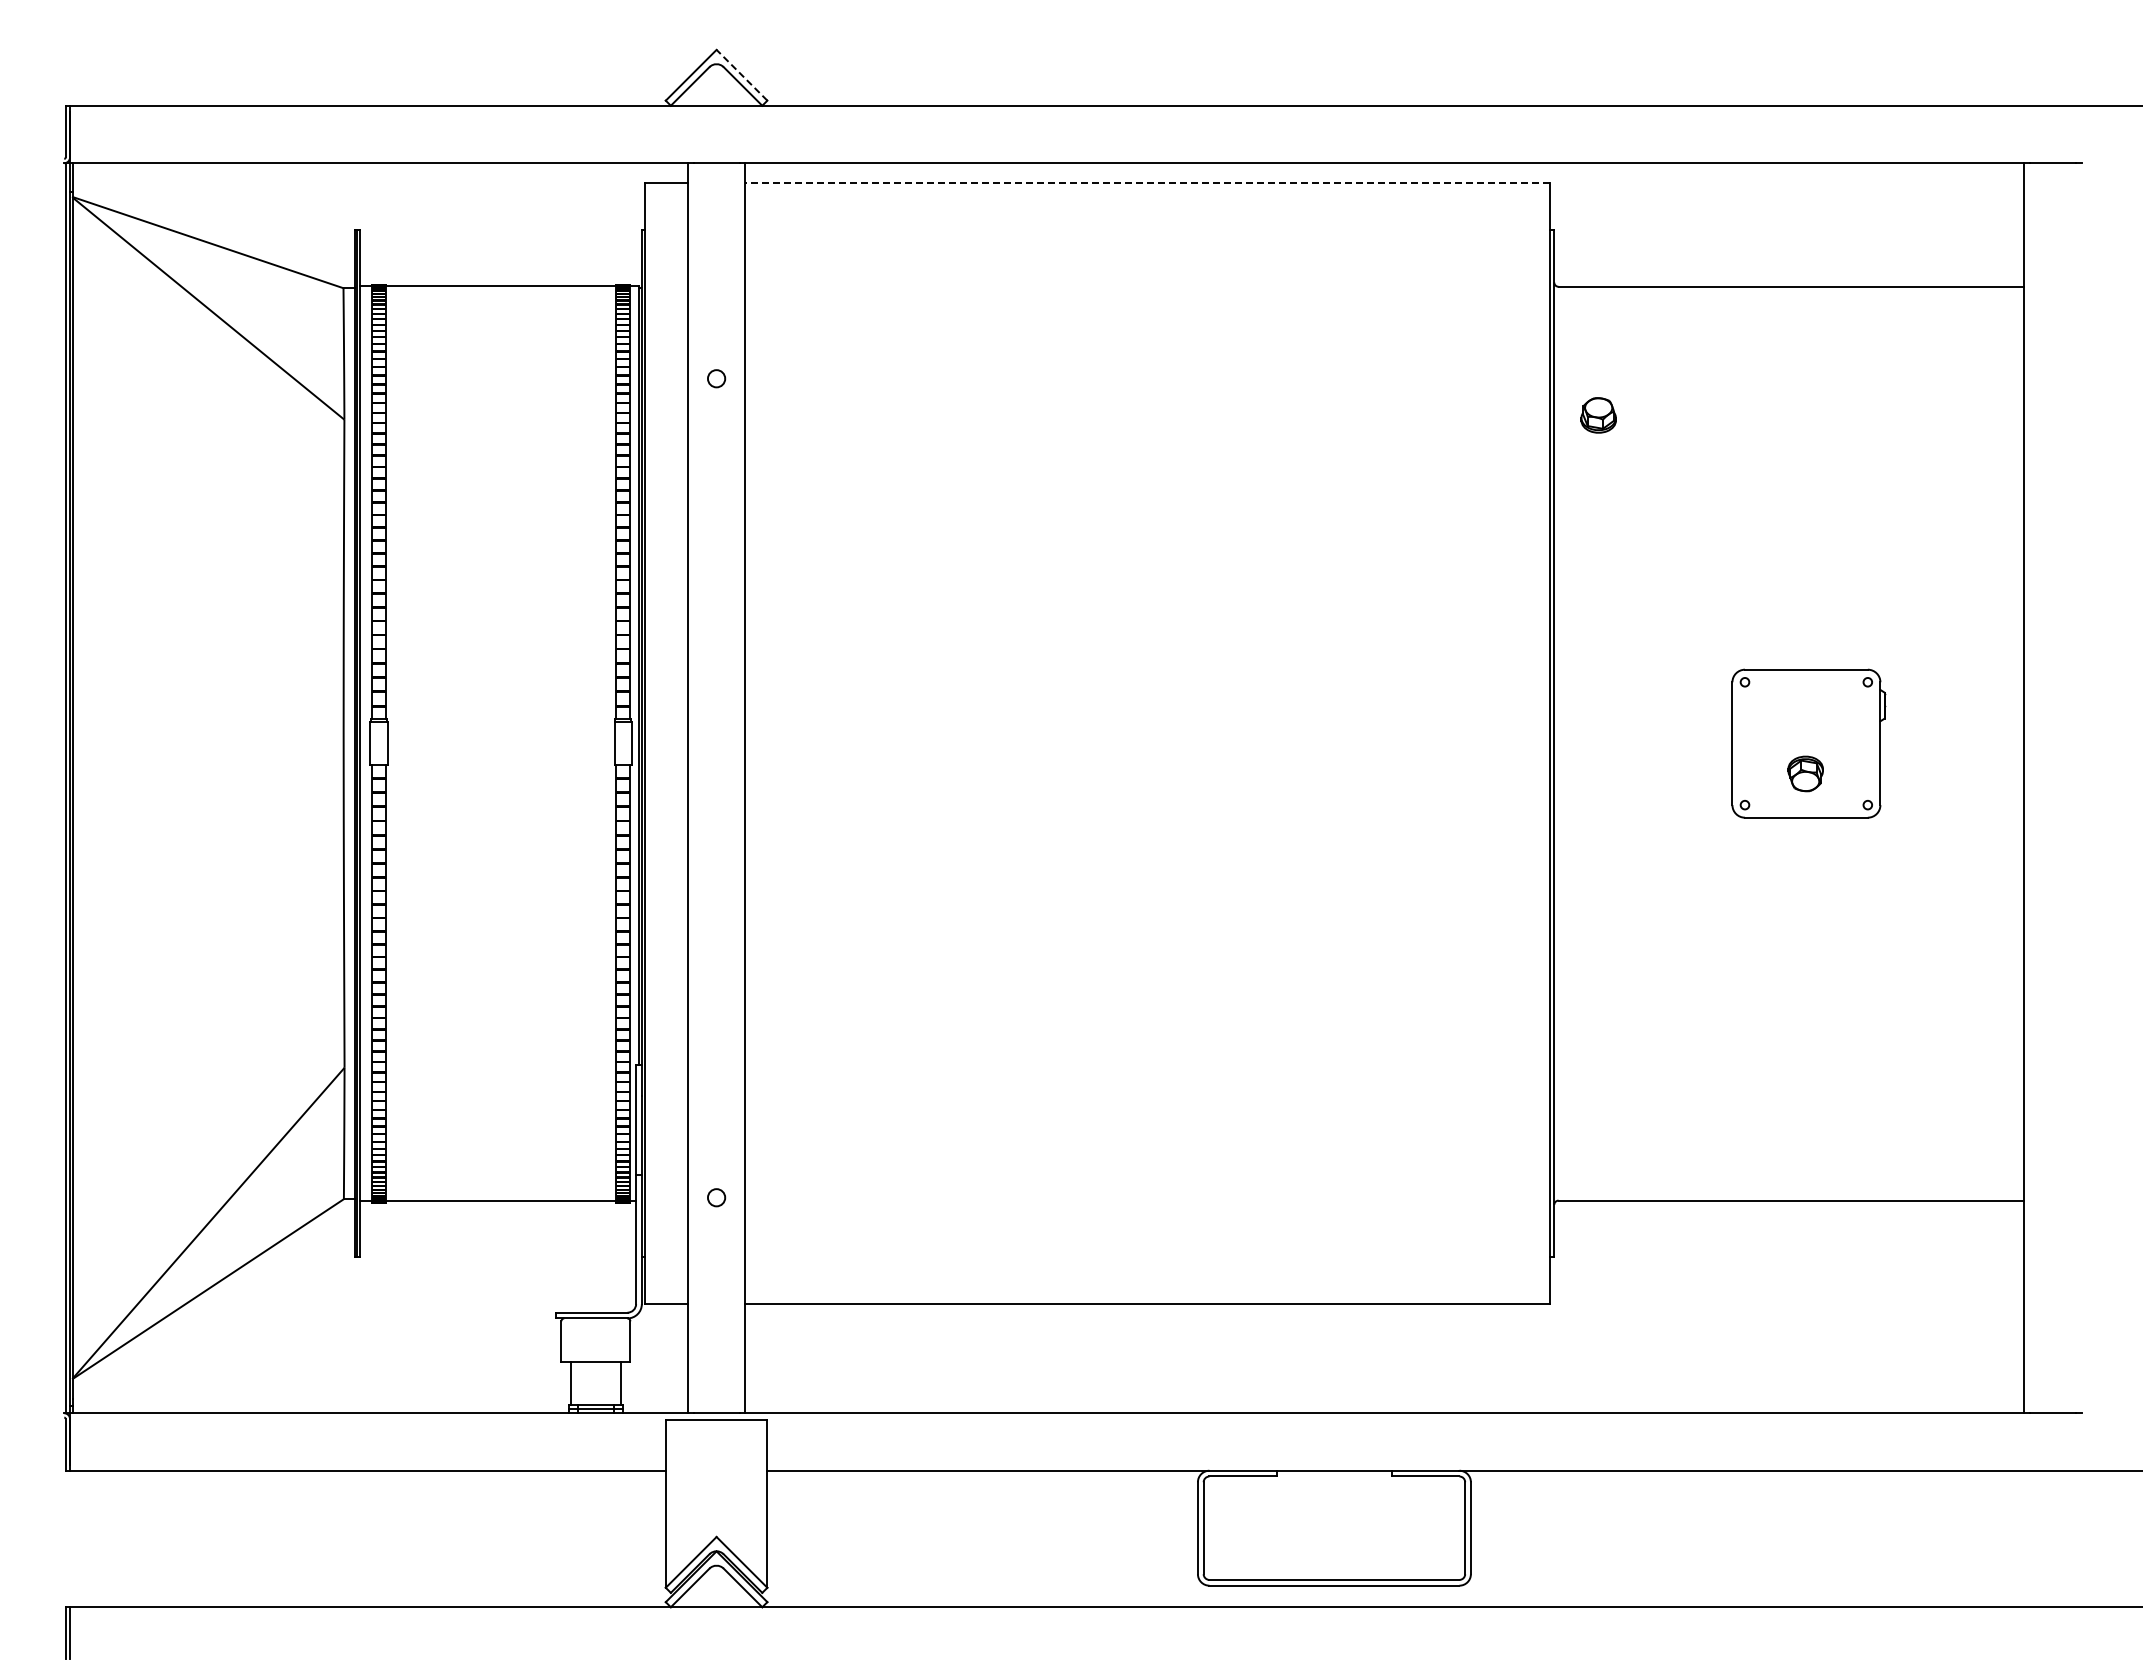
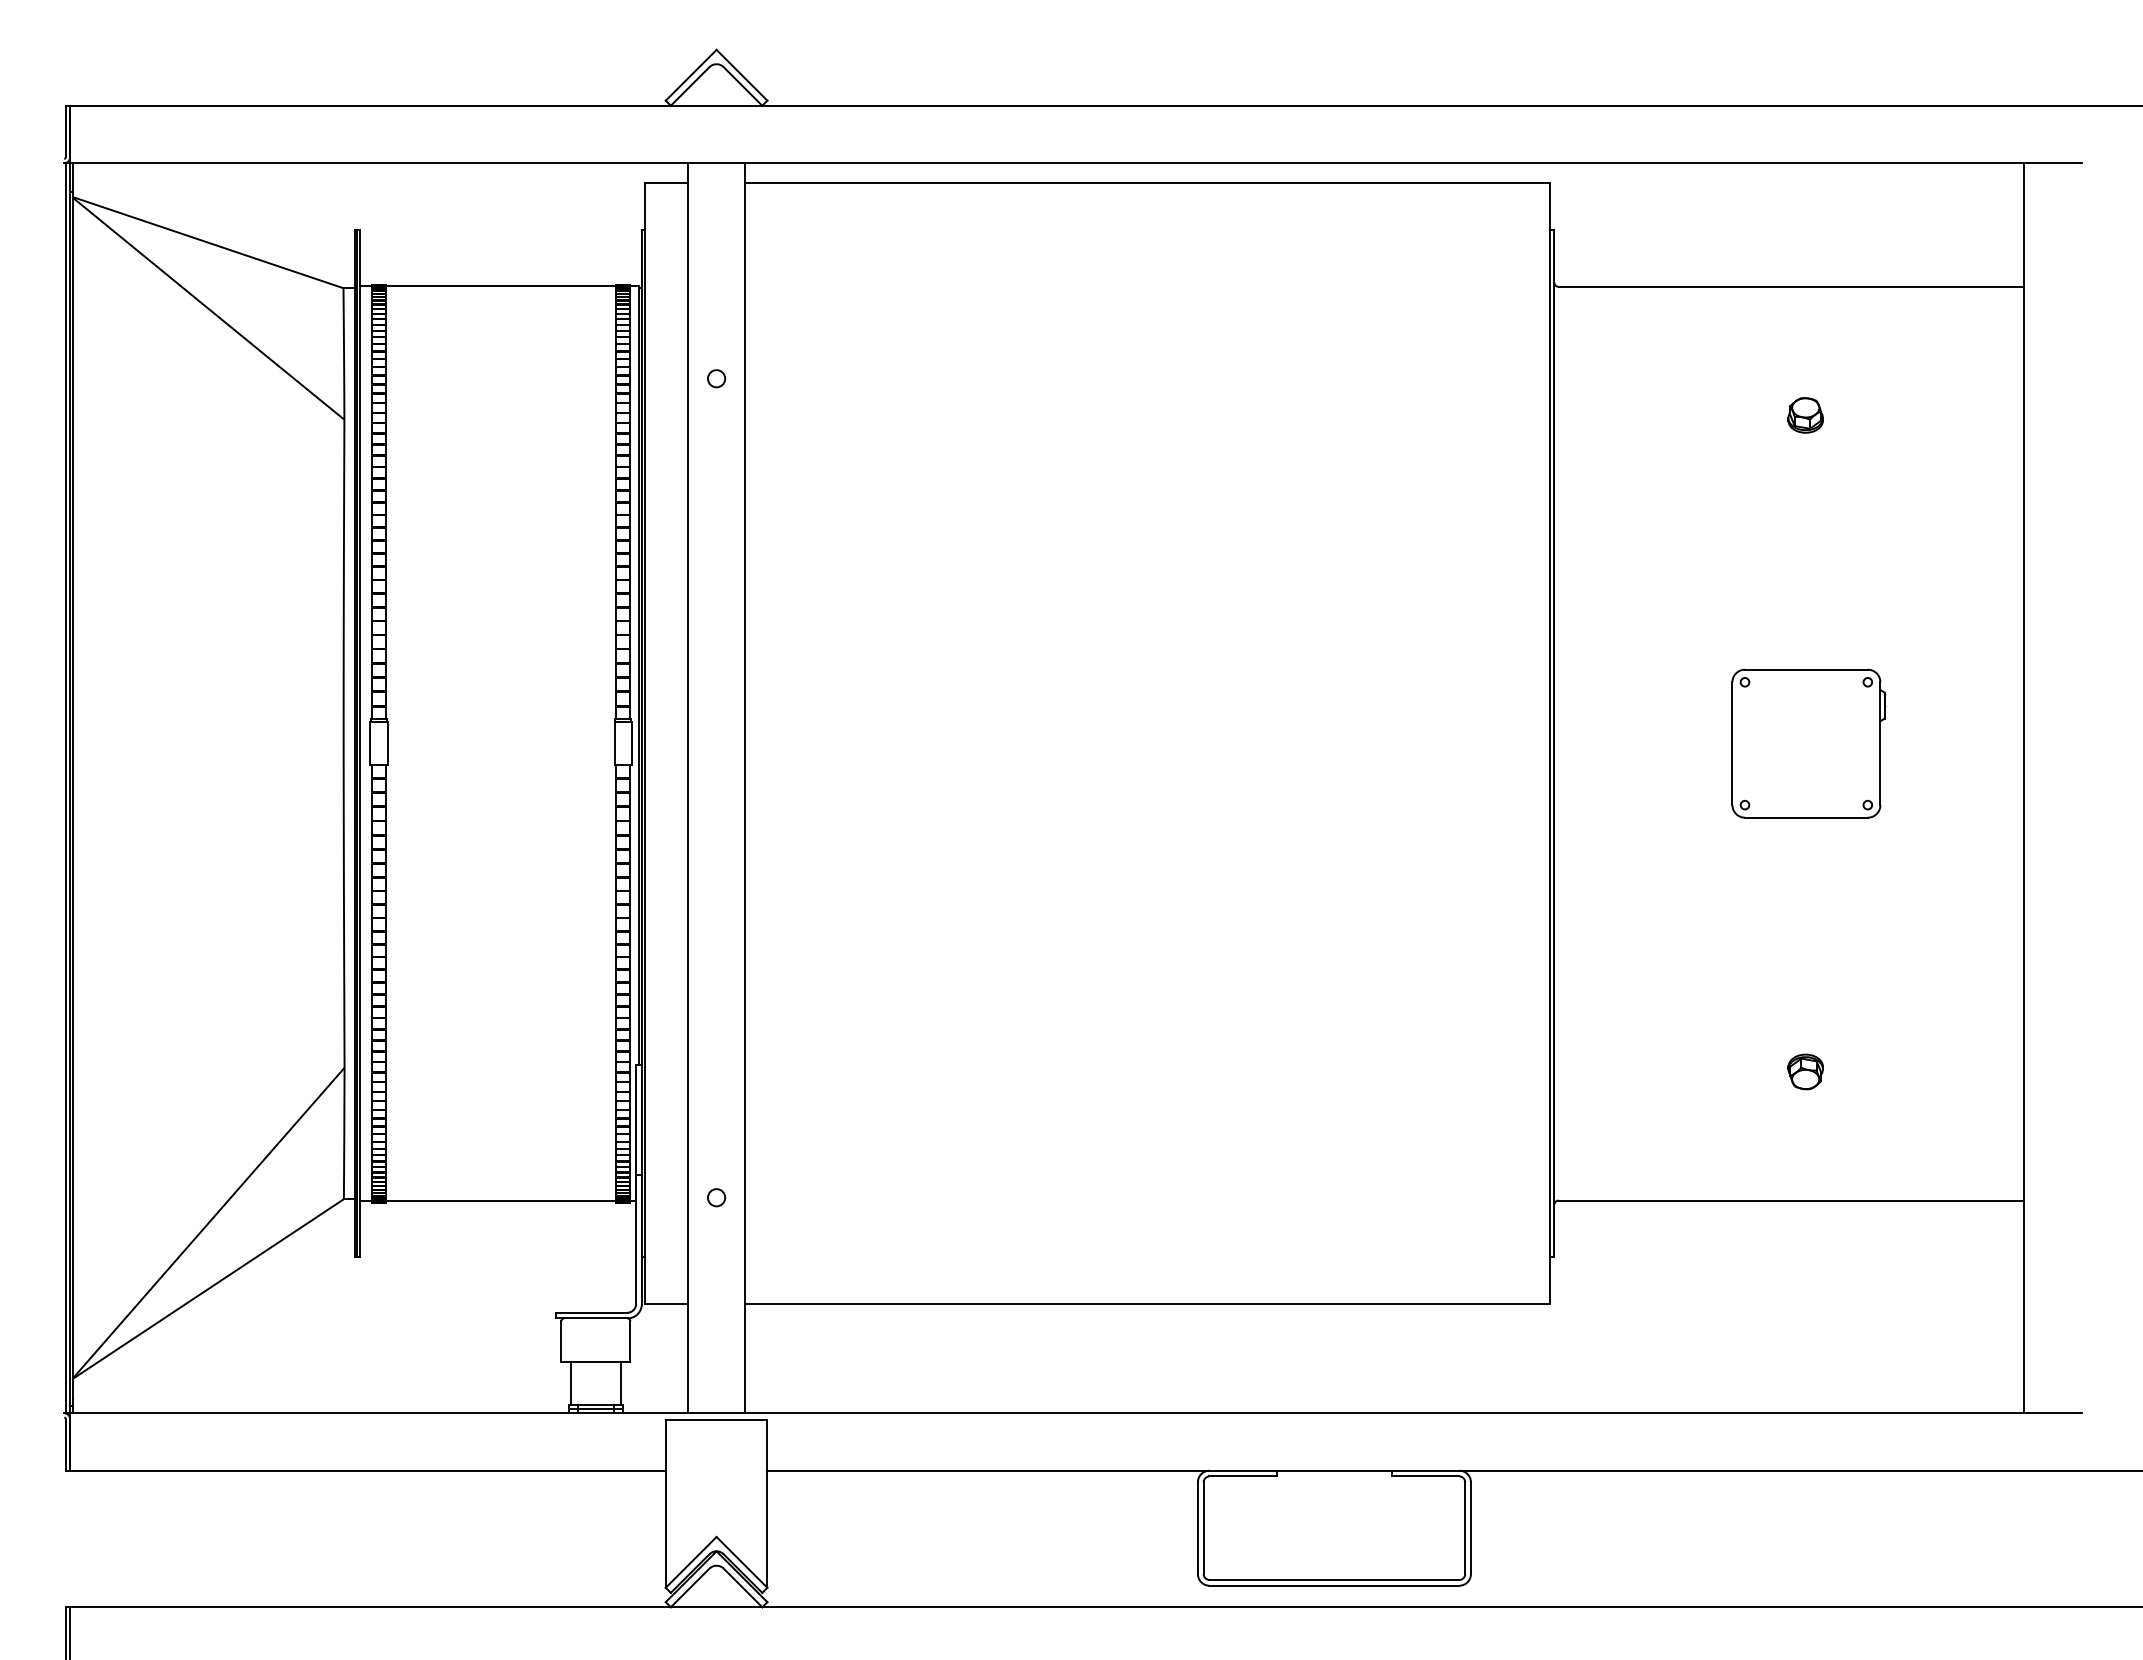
line at (742, 75): dashed -> solid
line at (1147, 183): dashed -> solid
part at (1598, 415) position: (1598, 415) -> (1805, 415)
part at (1805, 773) position: (1805, 773) -> (1805, 1071)
